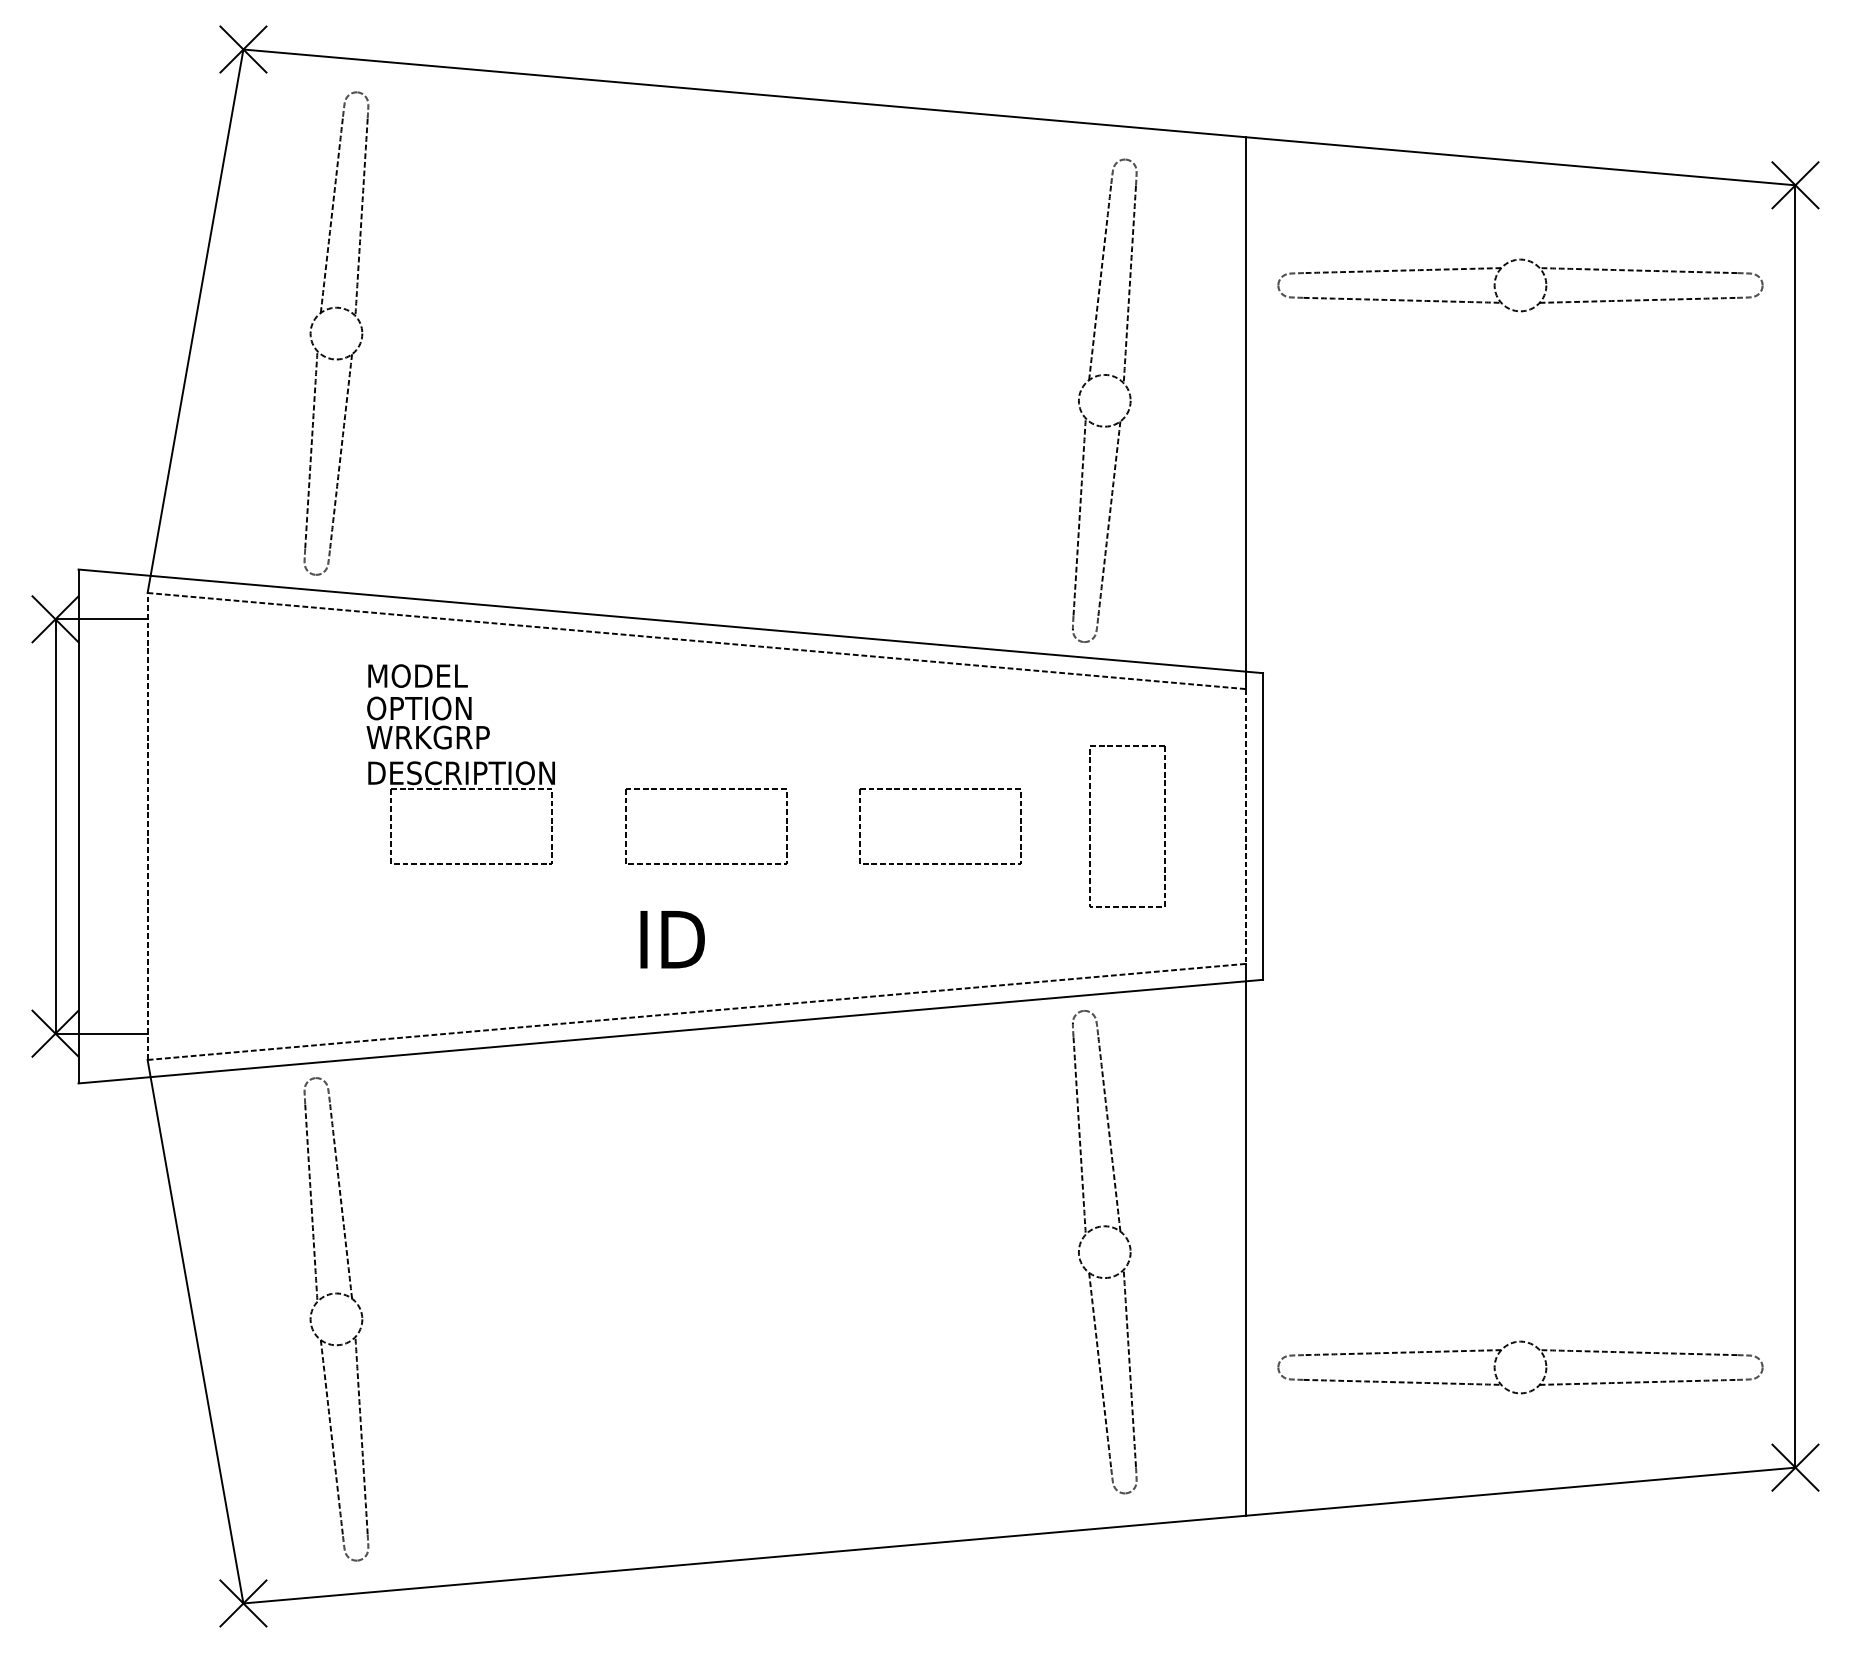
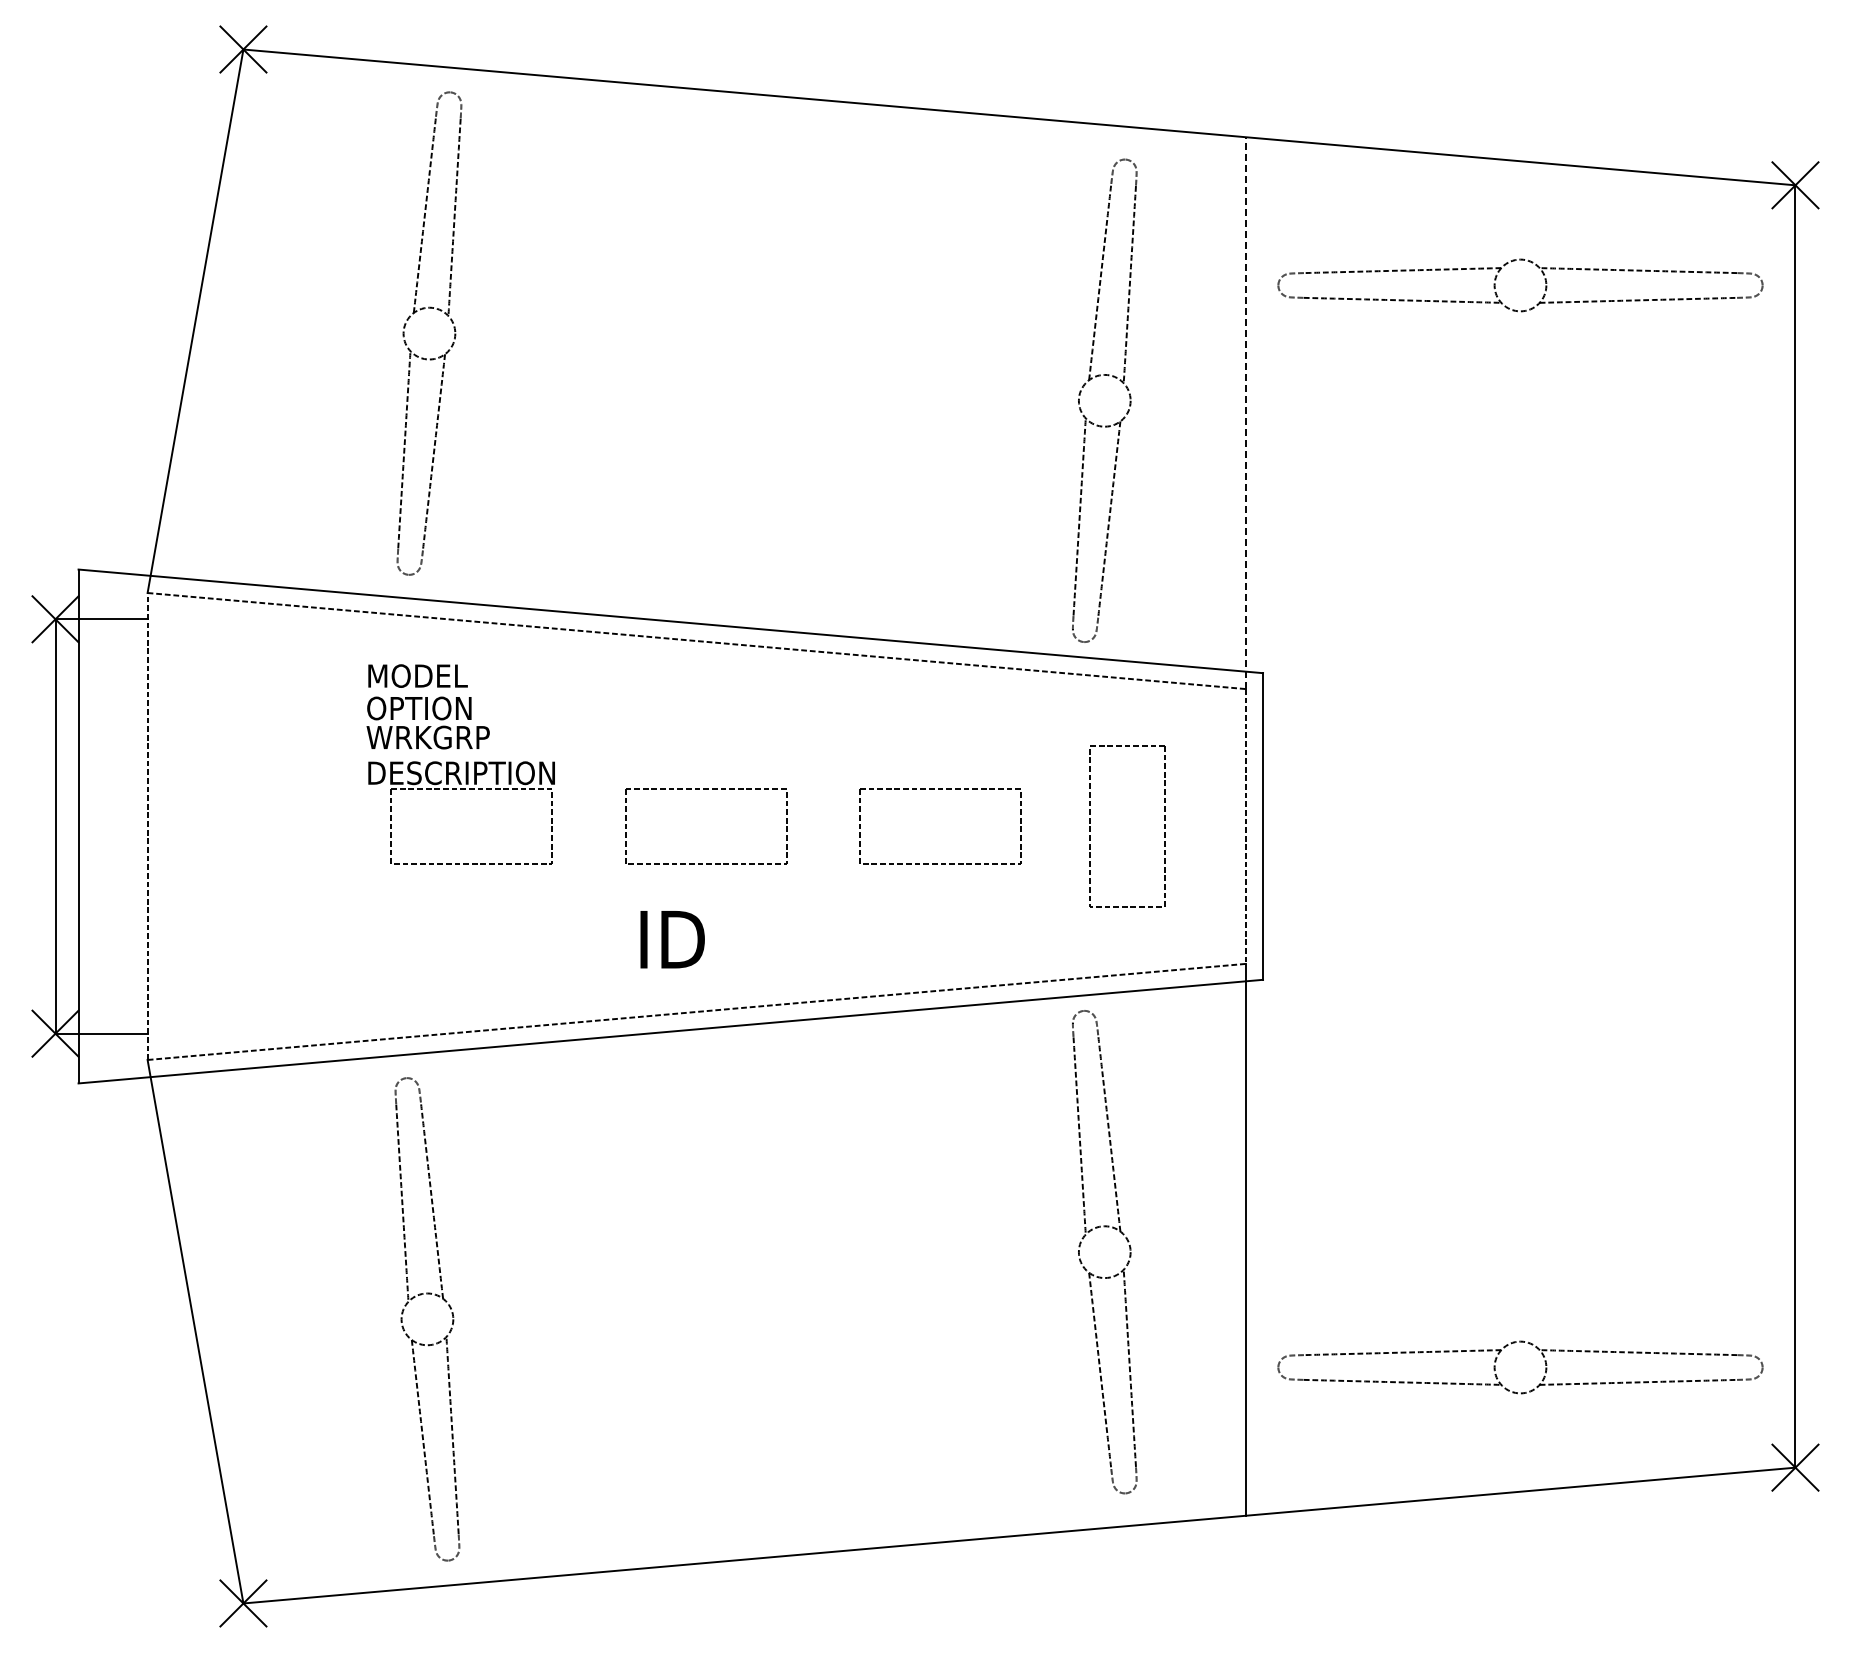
part at (331, 309) position: (331, 309) -> (424, 309)
line at (1245, 413): solid -> dashed
part at (331, 1343) position: (331, 1343) -> (422, 1343)
